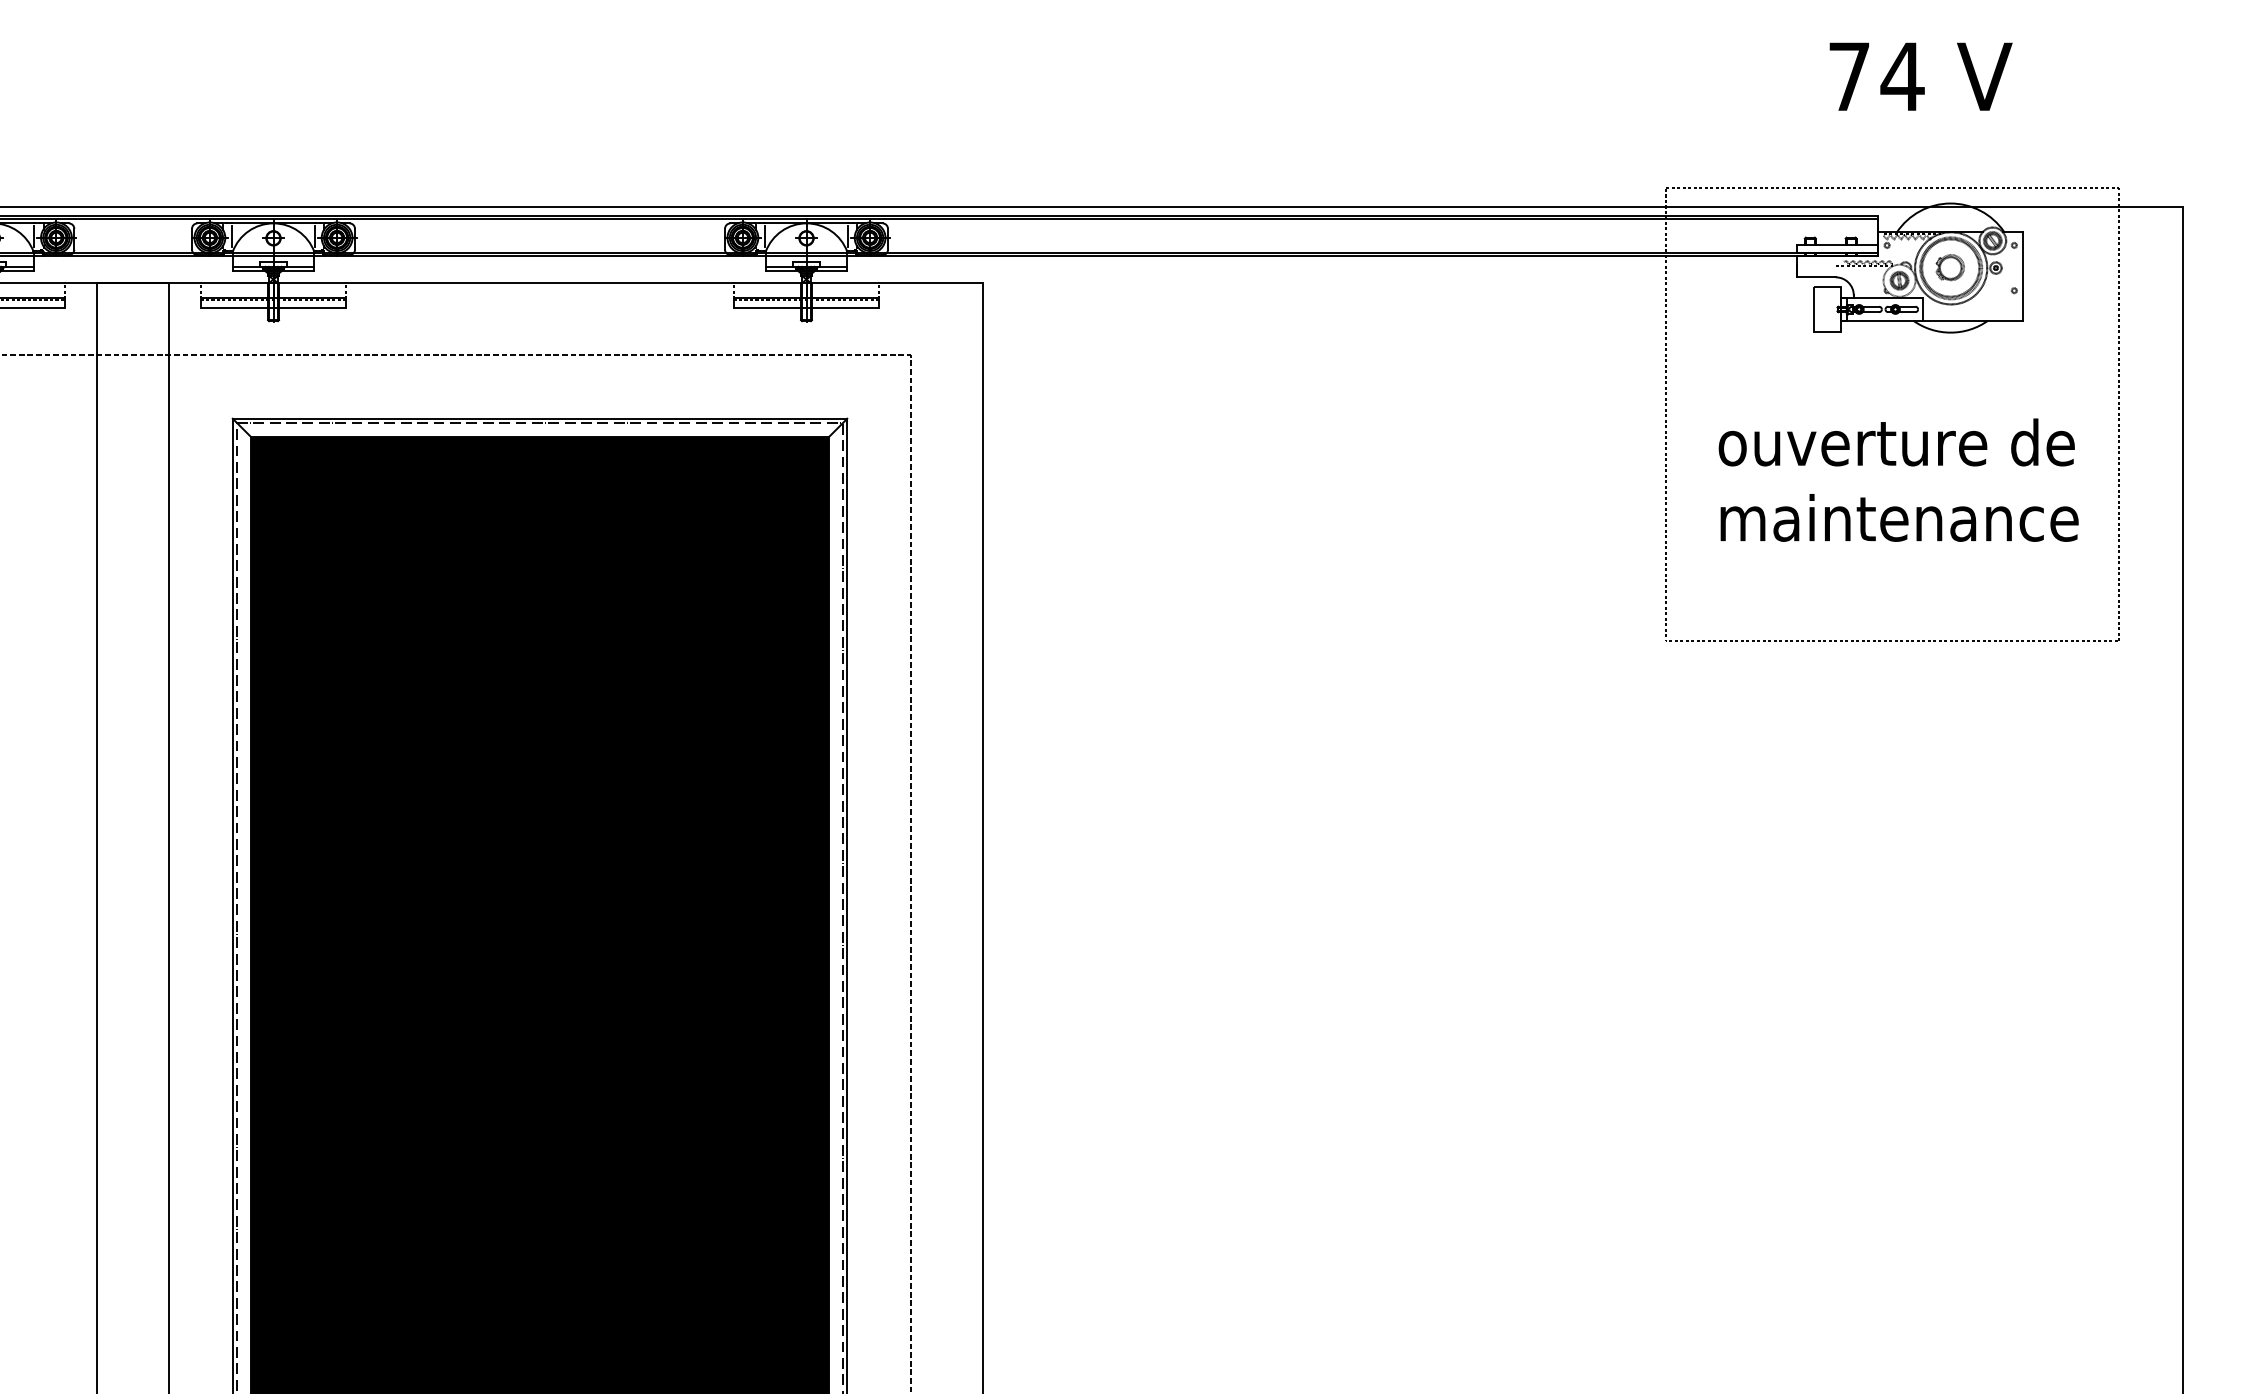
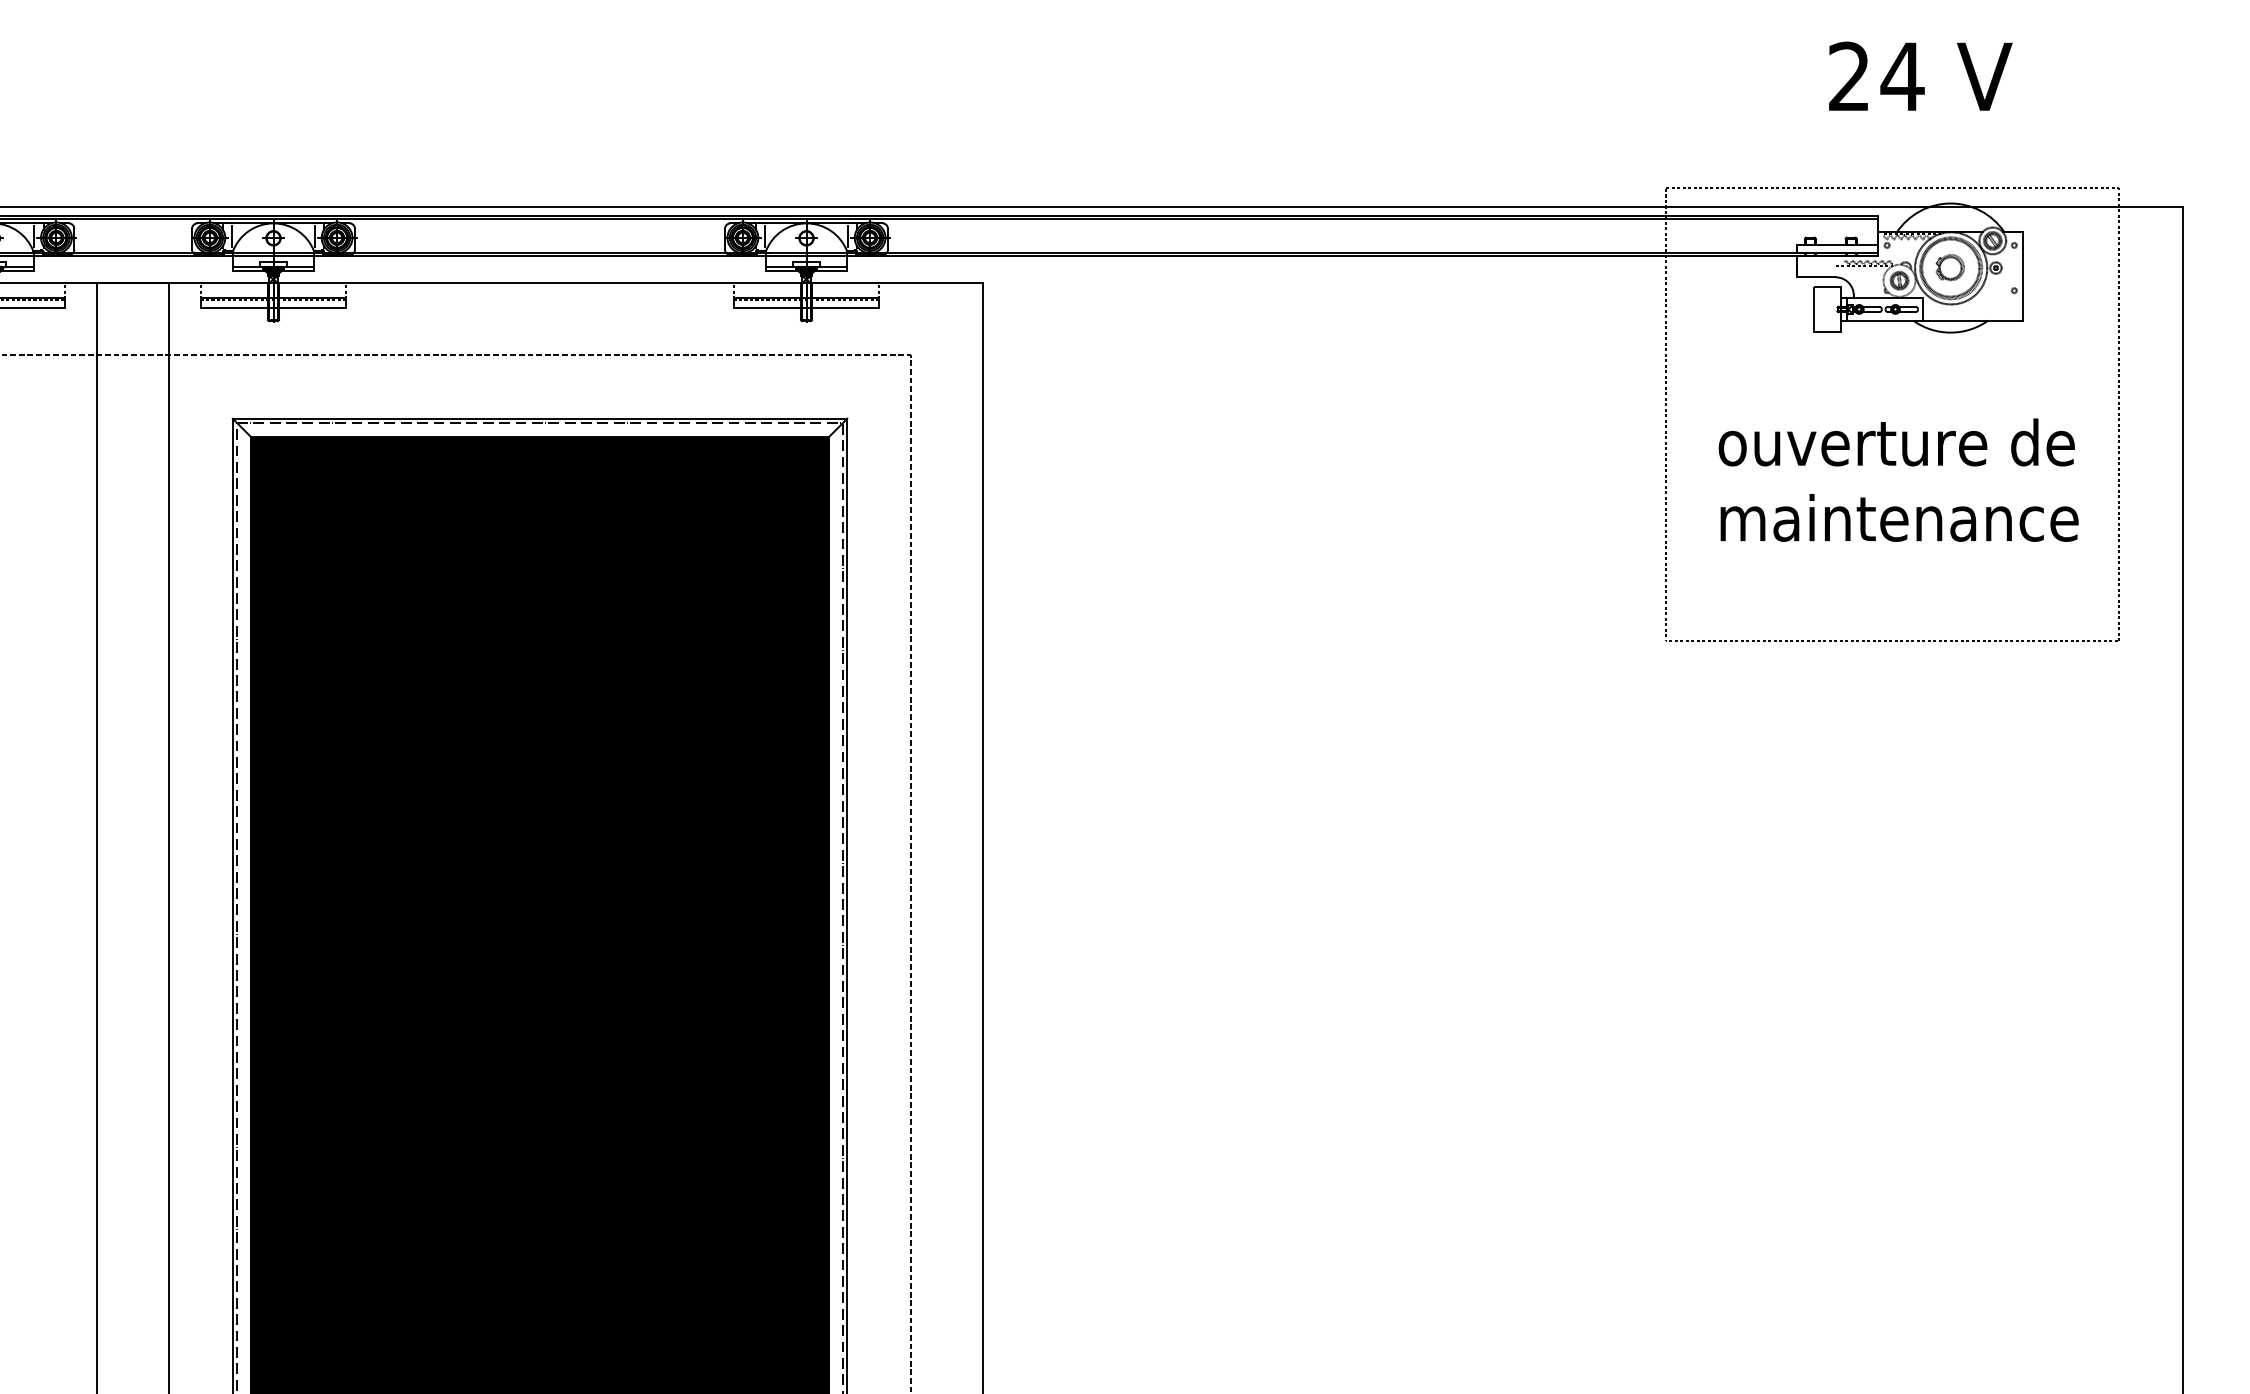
text at (1849, 75): 74 -> 24
